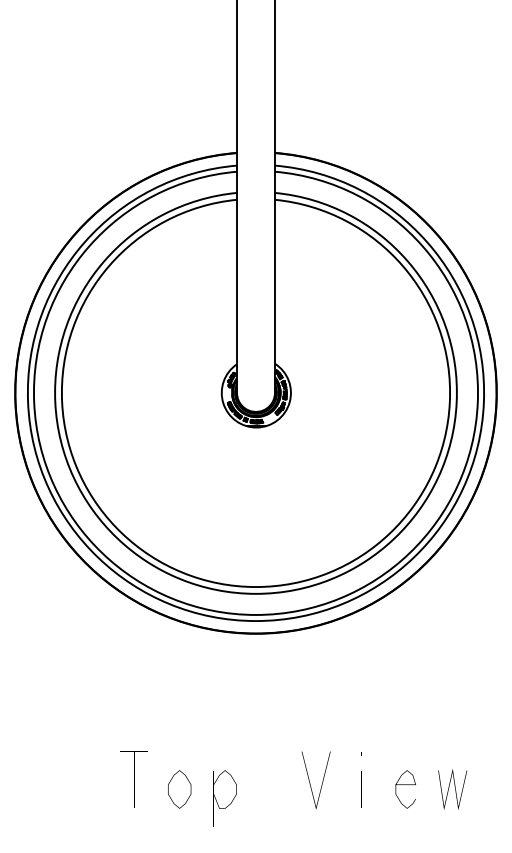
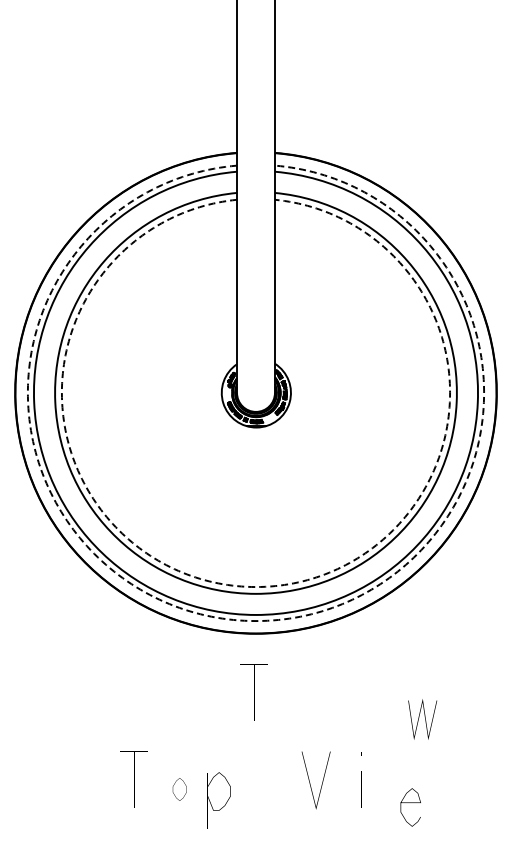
arc at (255, 587): solid -> dashed
arc at (255, 621): solid -> dashed
part at (253, 692): none -> present
curve at (405, 784) position: (405, 784) -> (410, 802)
part at (179, 789) size: 24x39 px -> 15x23 px
line at (455, 789) position: (455, 789) -> (425, 719)
part at (224, 798) position: (224, 798) -> (218, 800)
